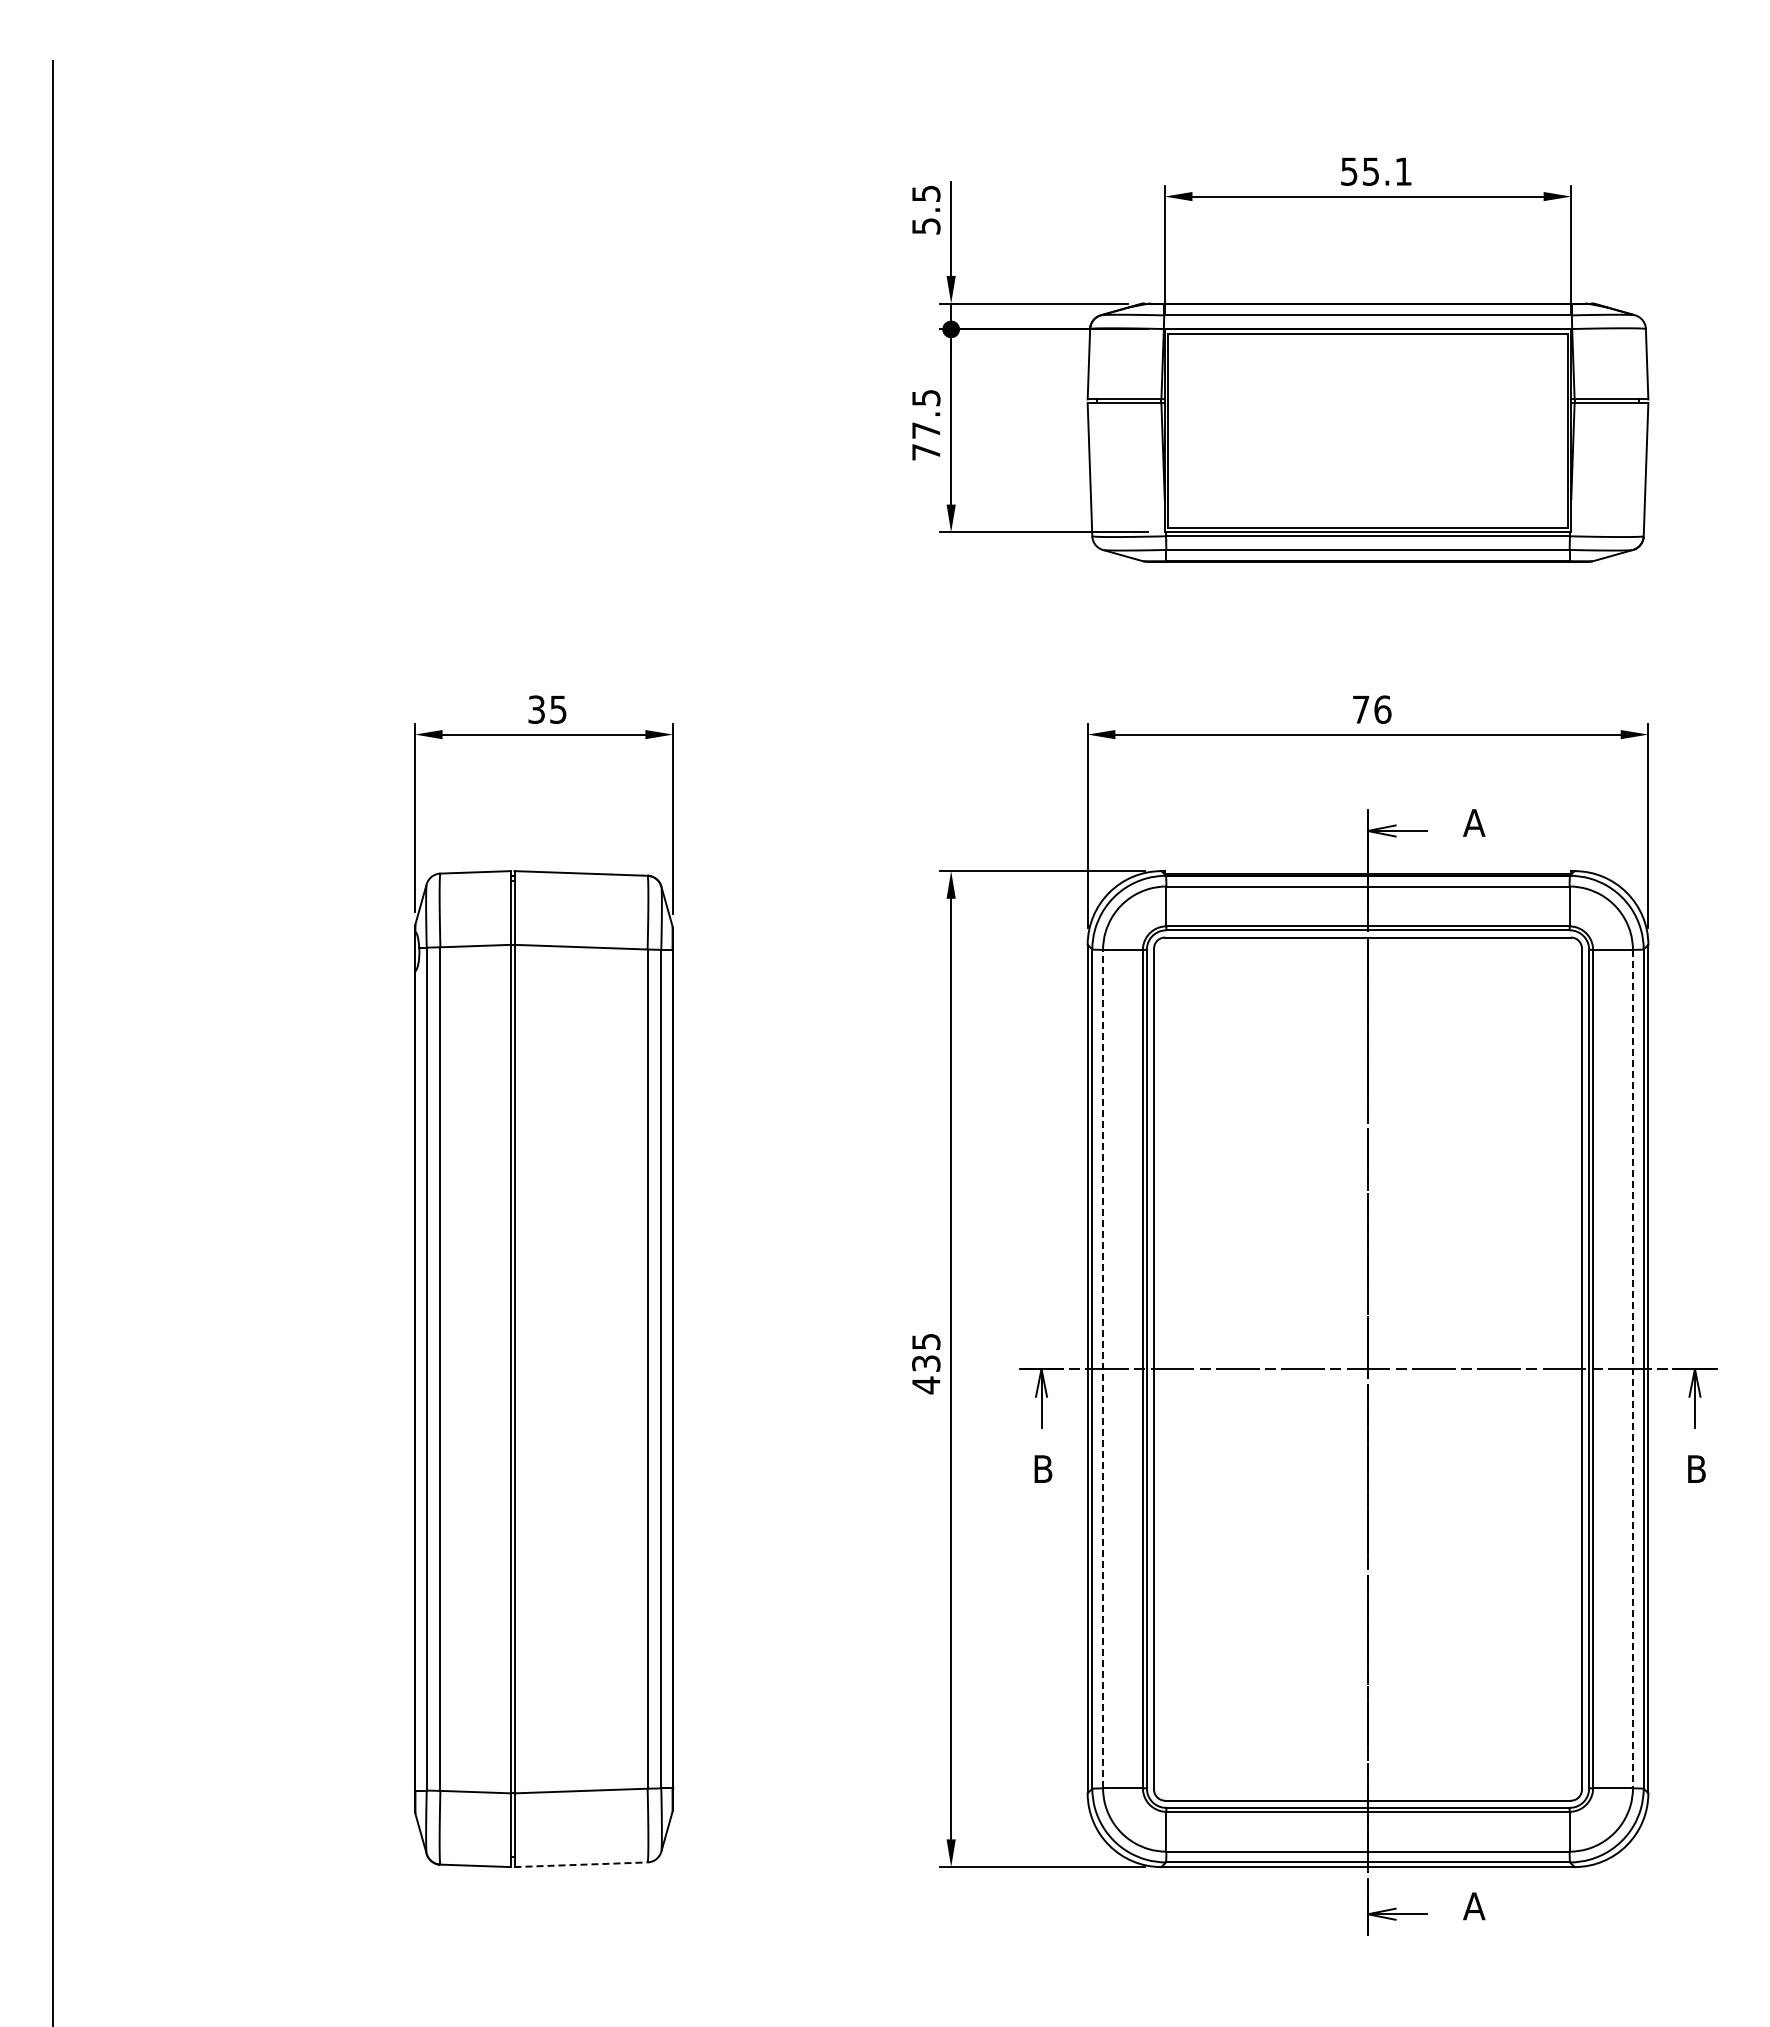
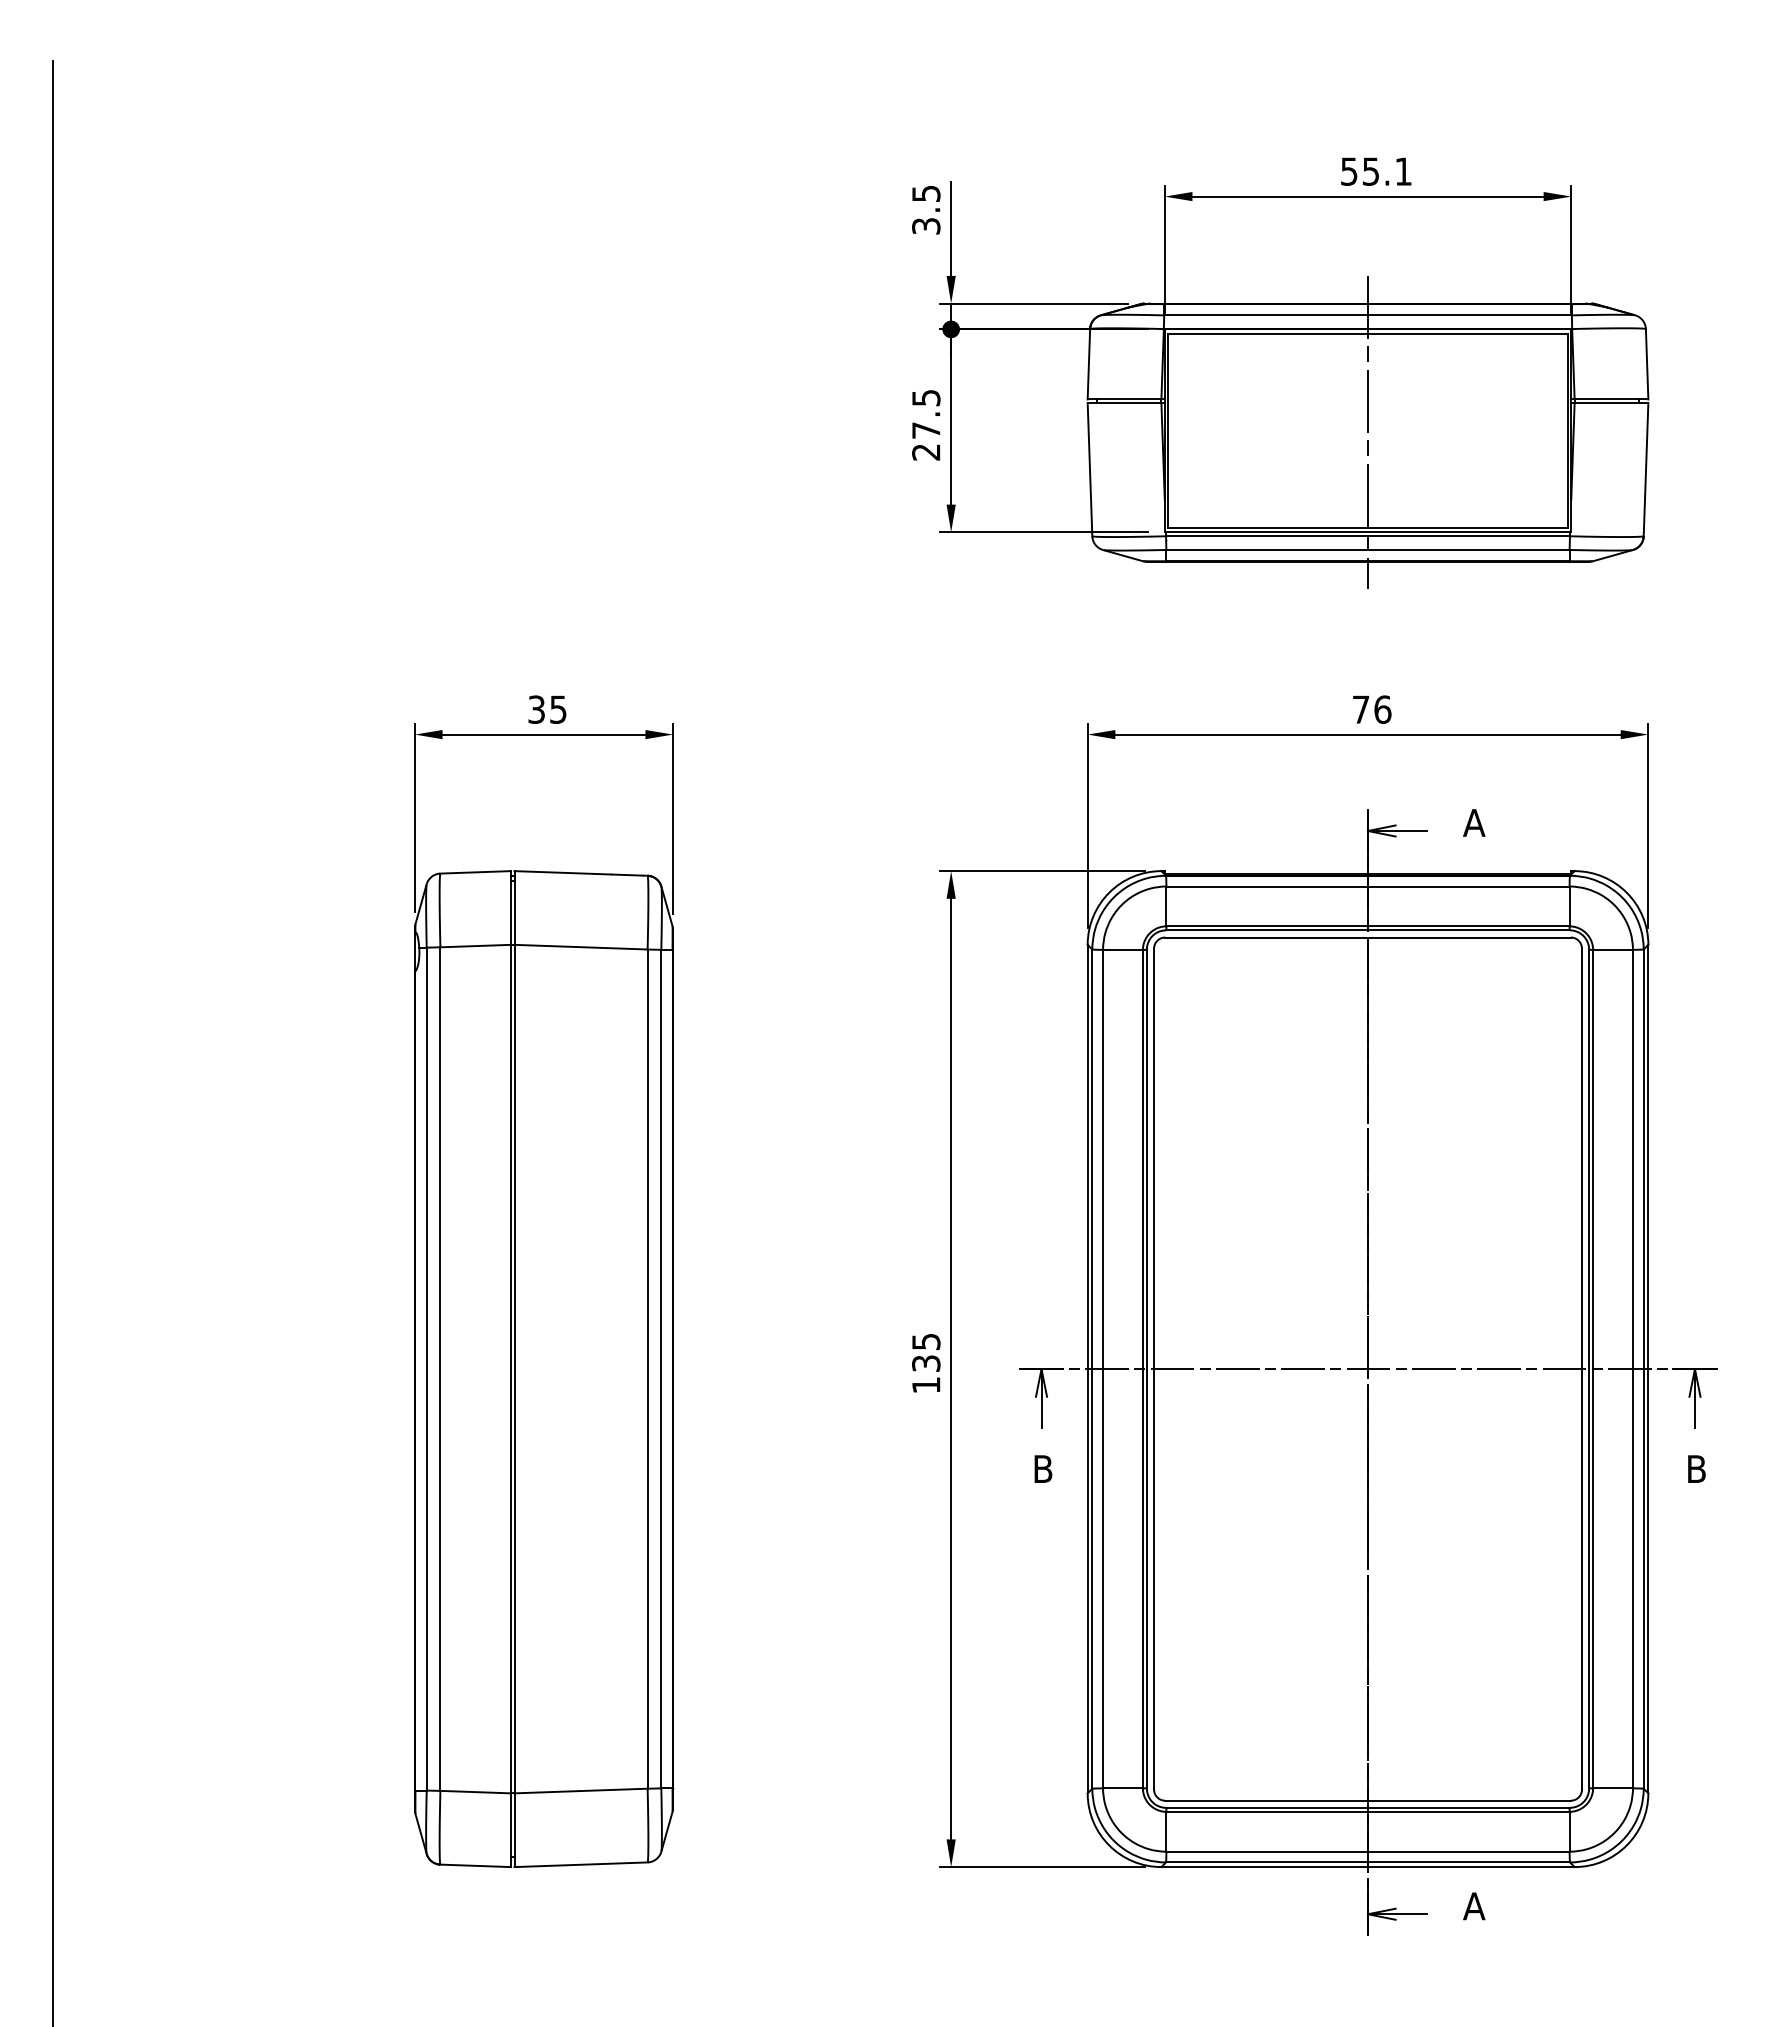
text at (925, 225): 5.5 -> 3.5
line at (1368, 432): none -> present
text at (926, 452): 77.5 -> 27.5
line at (1103, 1368): dashed -> solid
line at (1632, 1369): dashed -> solid
text at (926, 1385): 435 -> 135
line at (581, 1864): dashed -> solid
